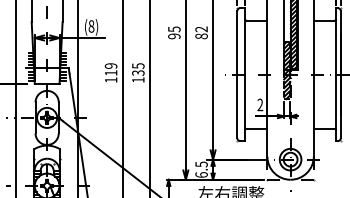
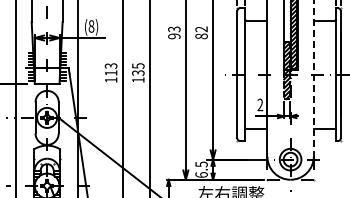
text at (173, 28): 95 -> 93
text at (111, 65): 119 -> 113
line at (313, 78): solid -> dashed
